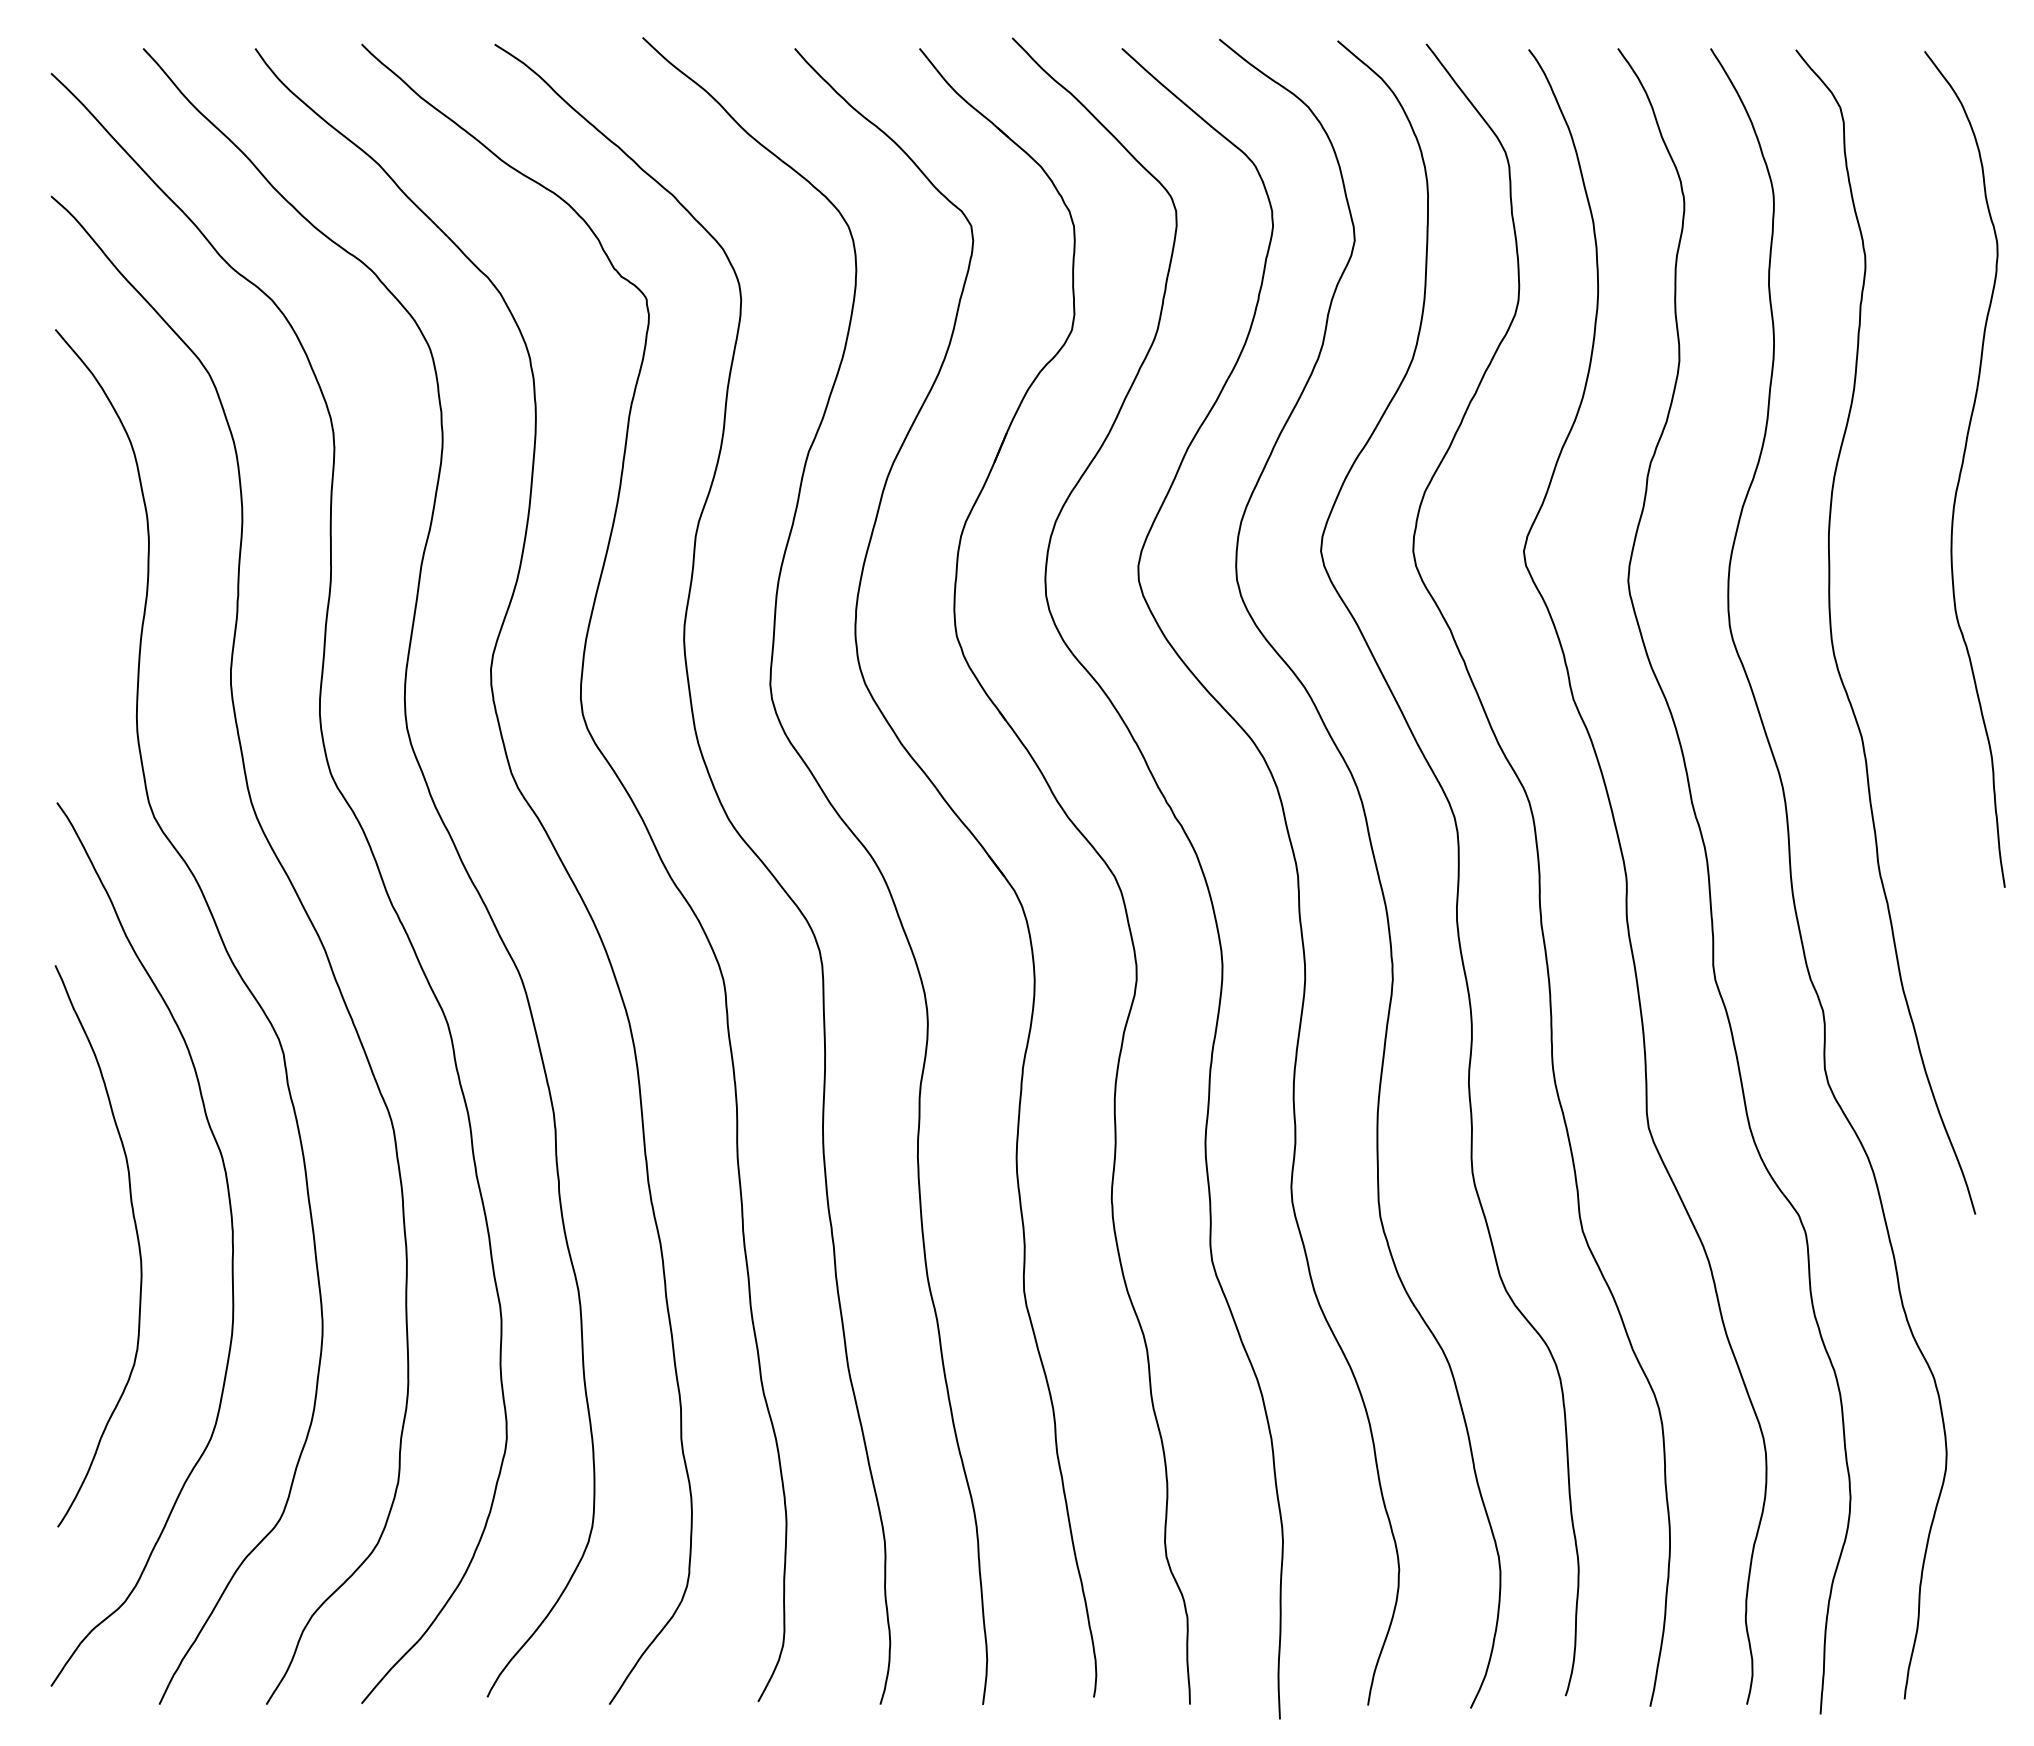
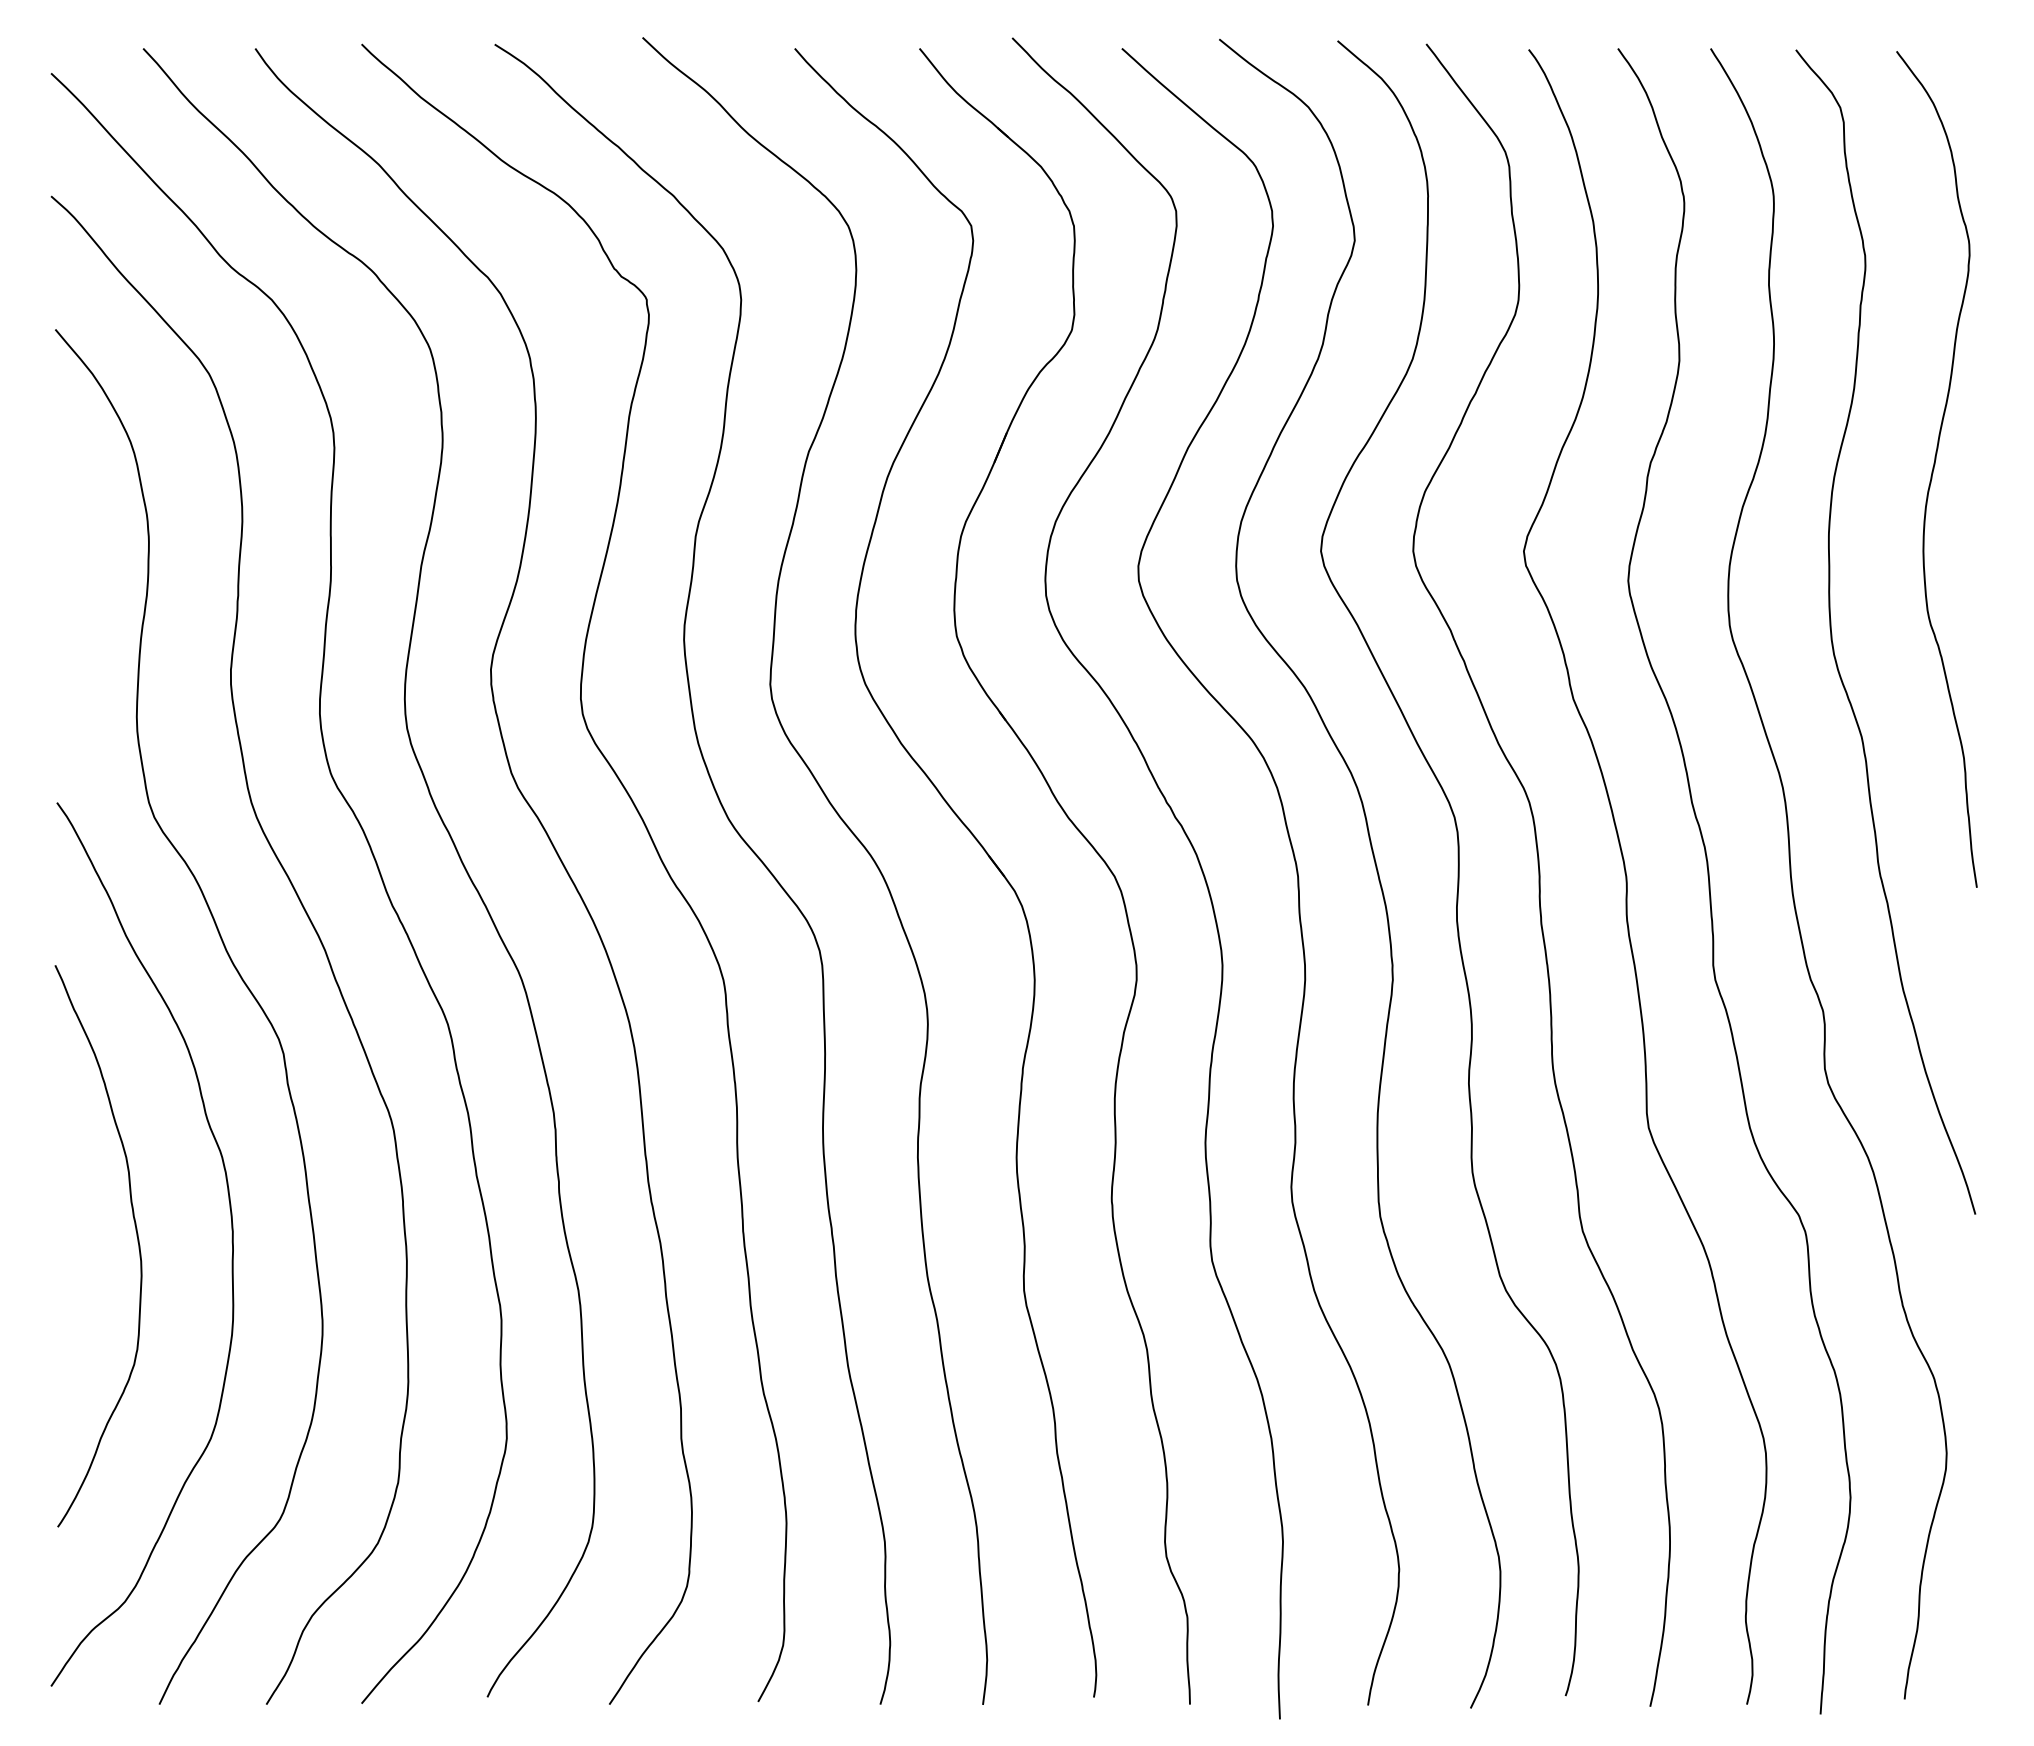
curve at (1962, 469) position: (1962, 469) -> (1934, 469)
